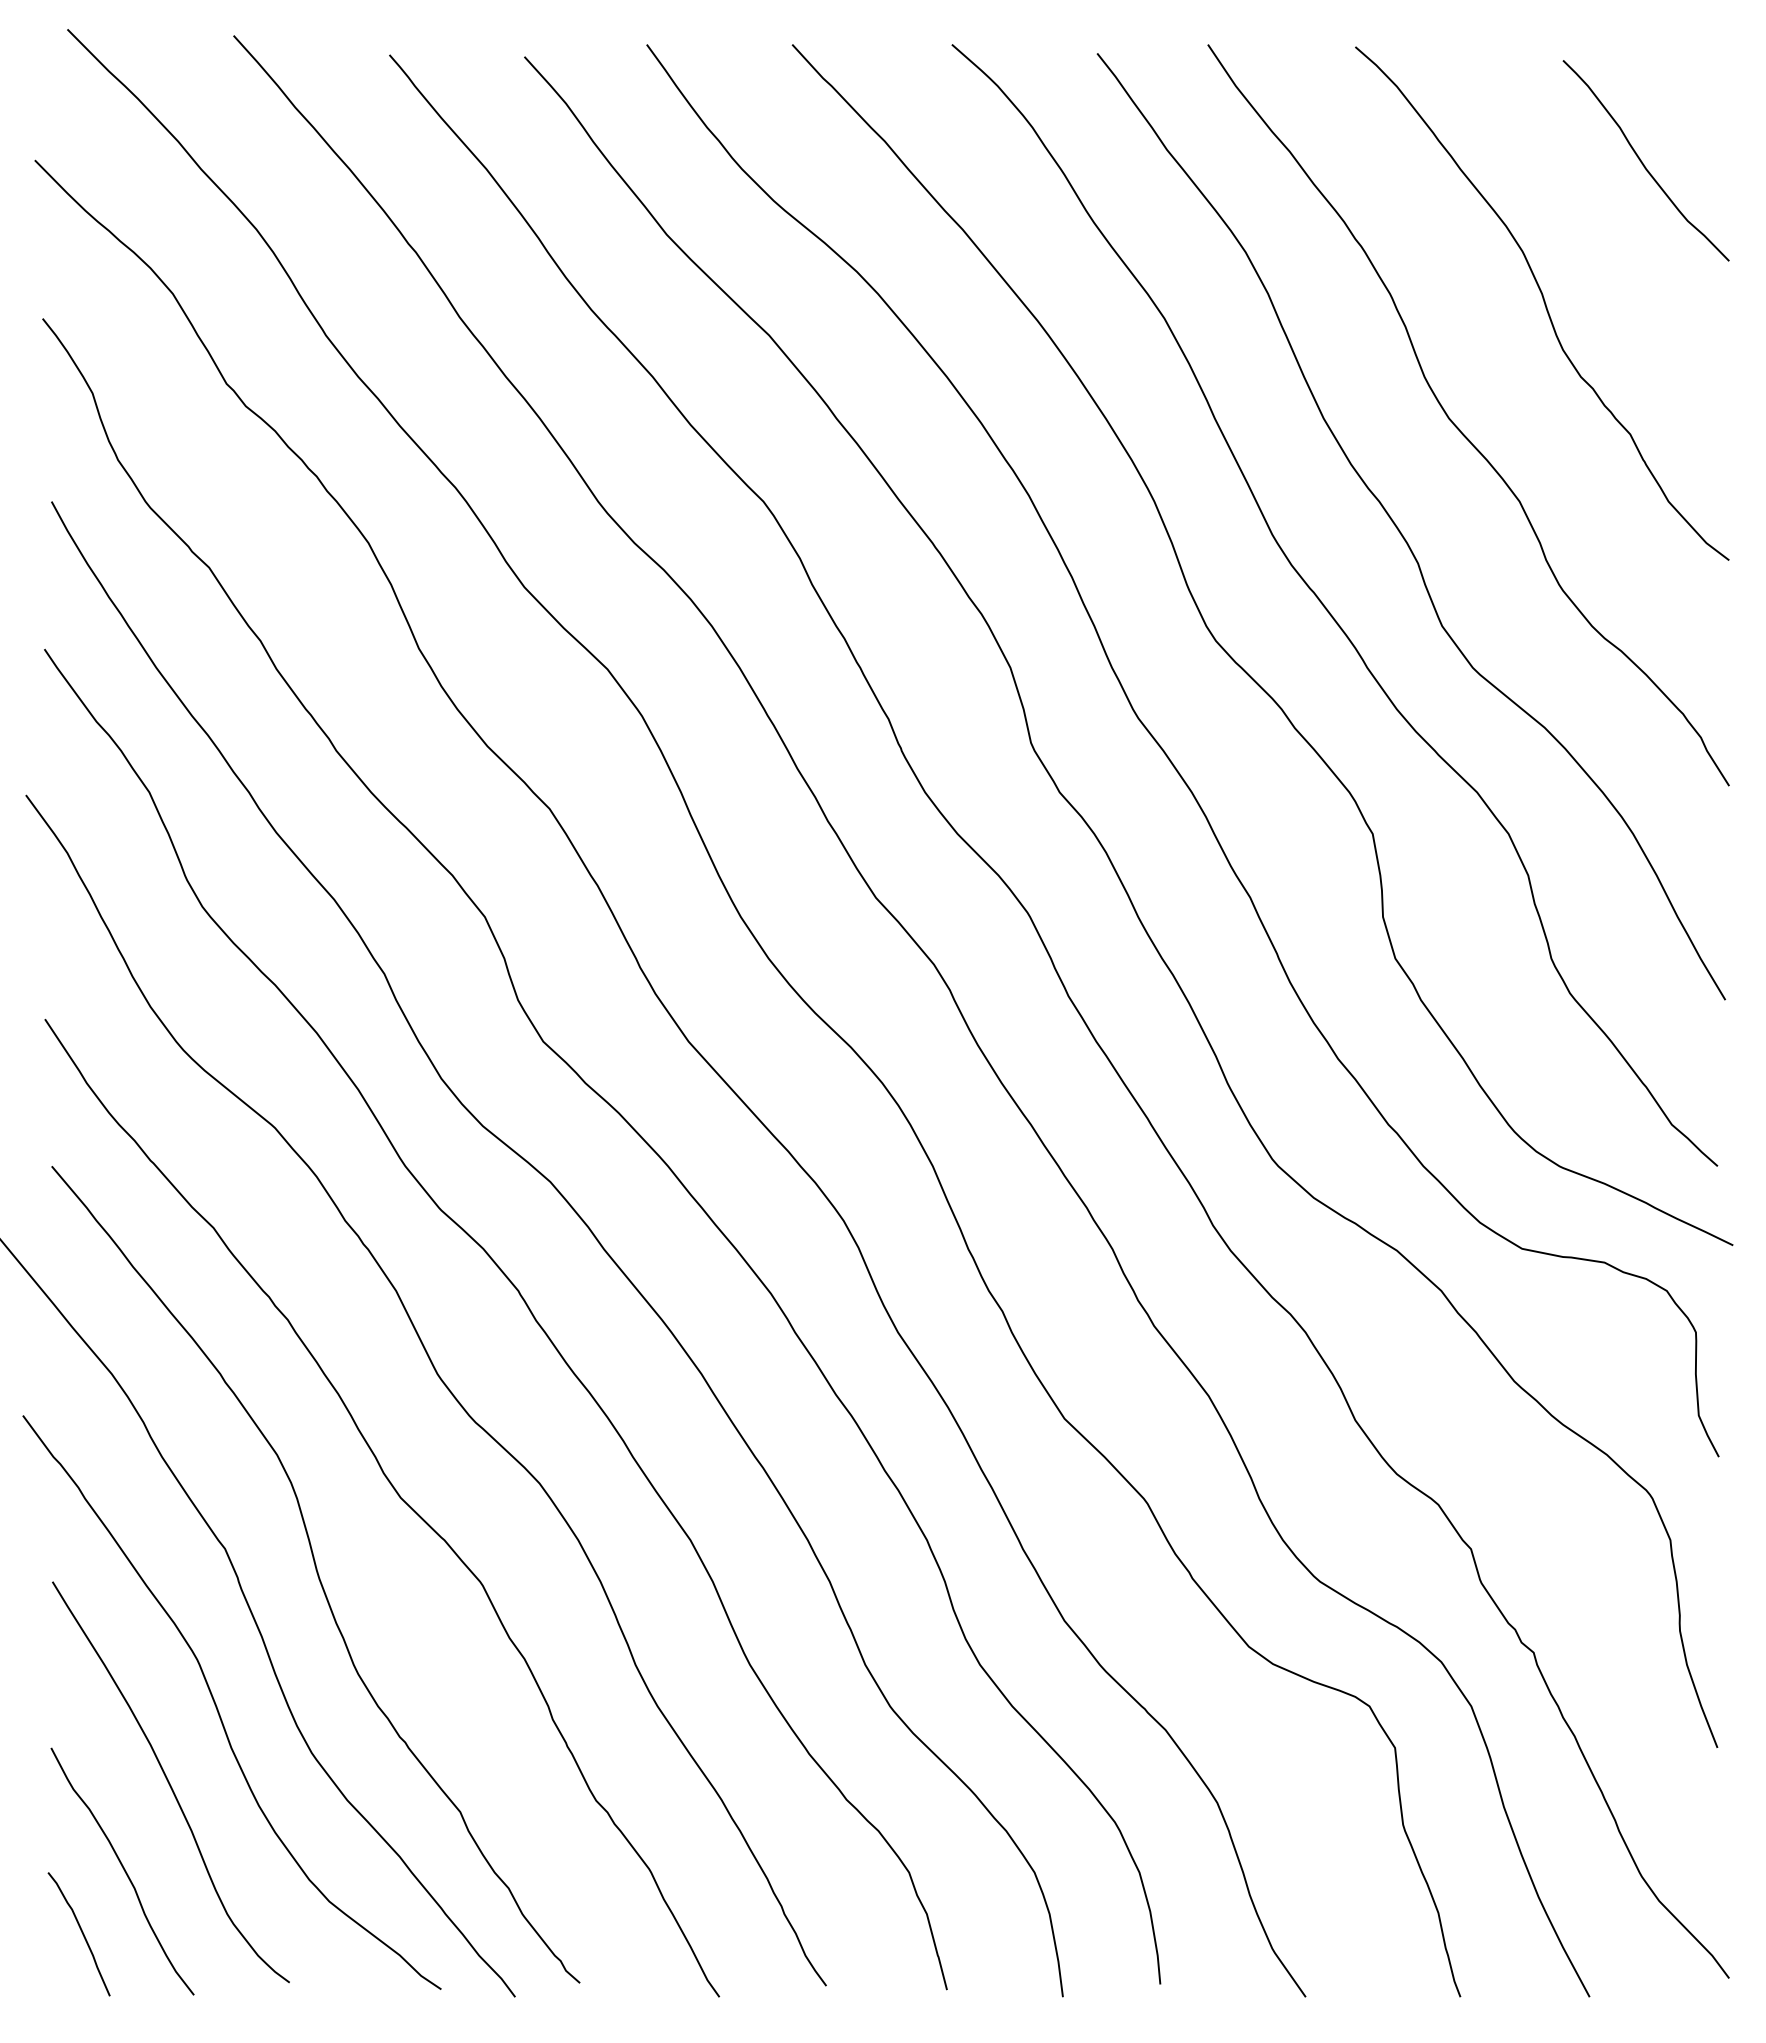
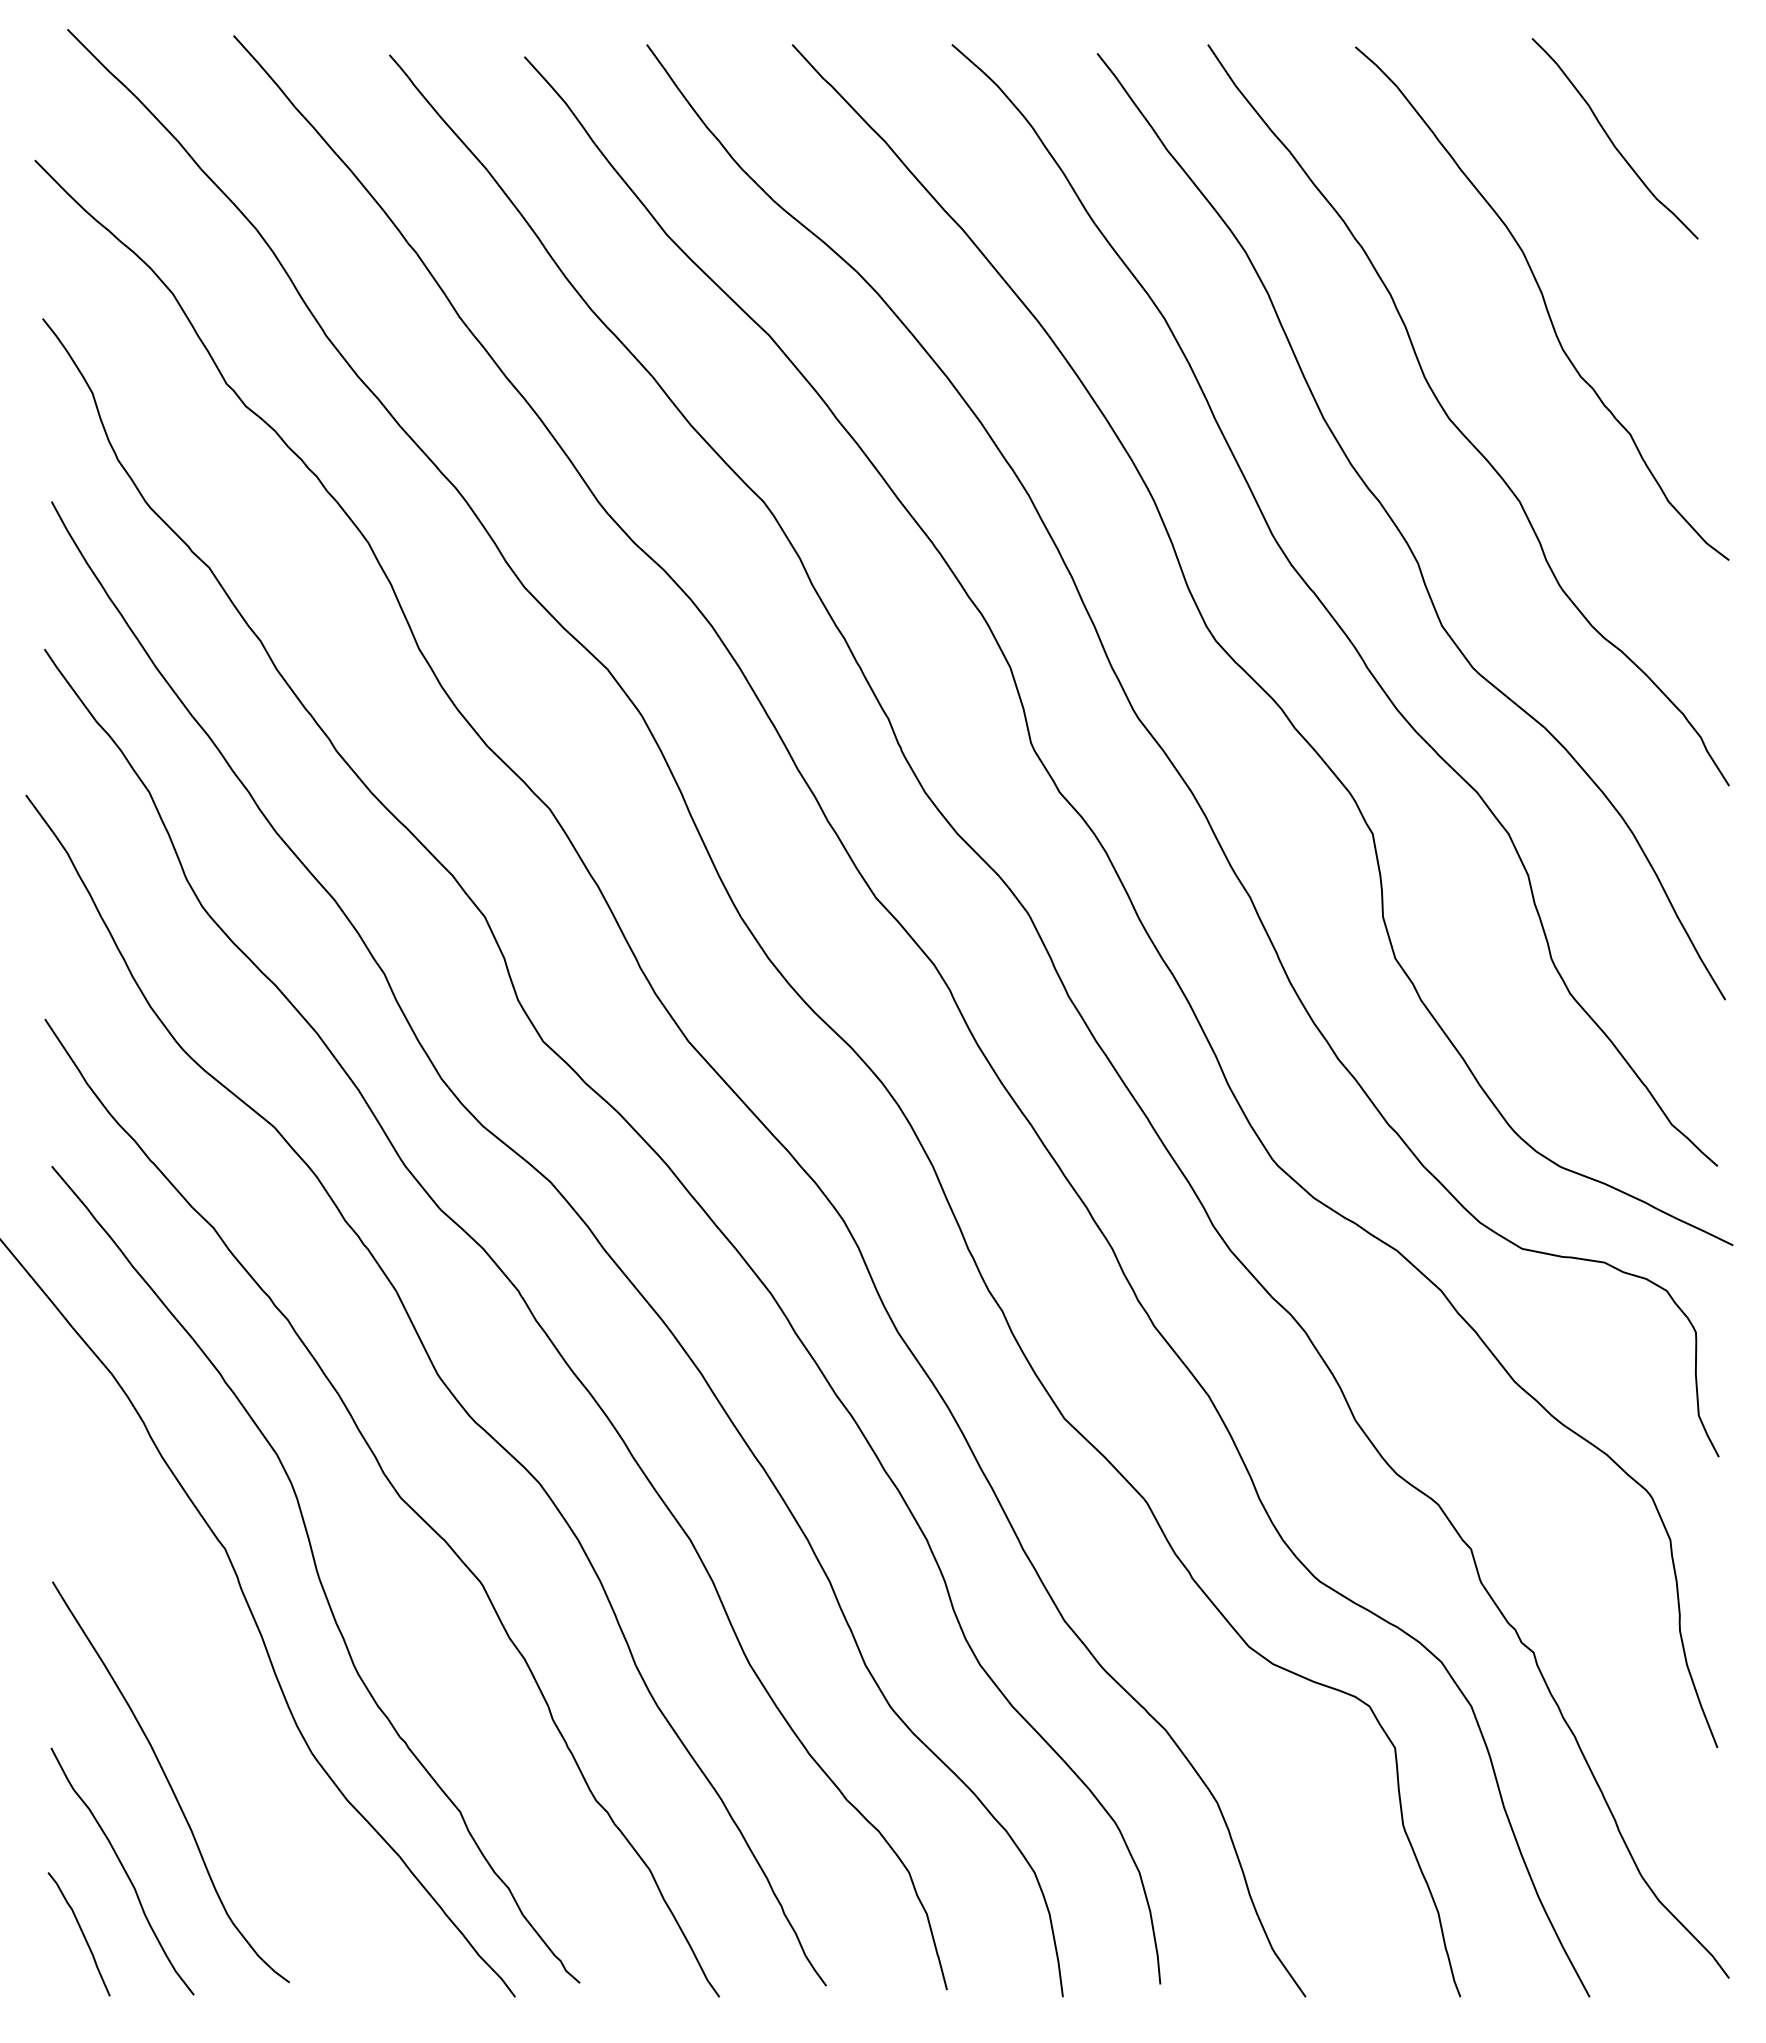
curve at (1642, 161) position: (1642, 161) -> (1611, 139)
curve at (217, 1706): present -> none
